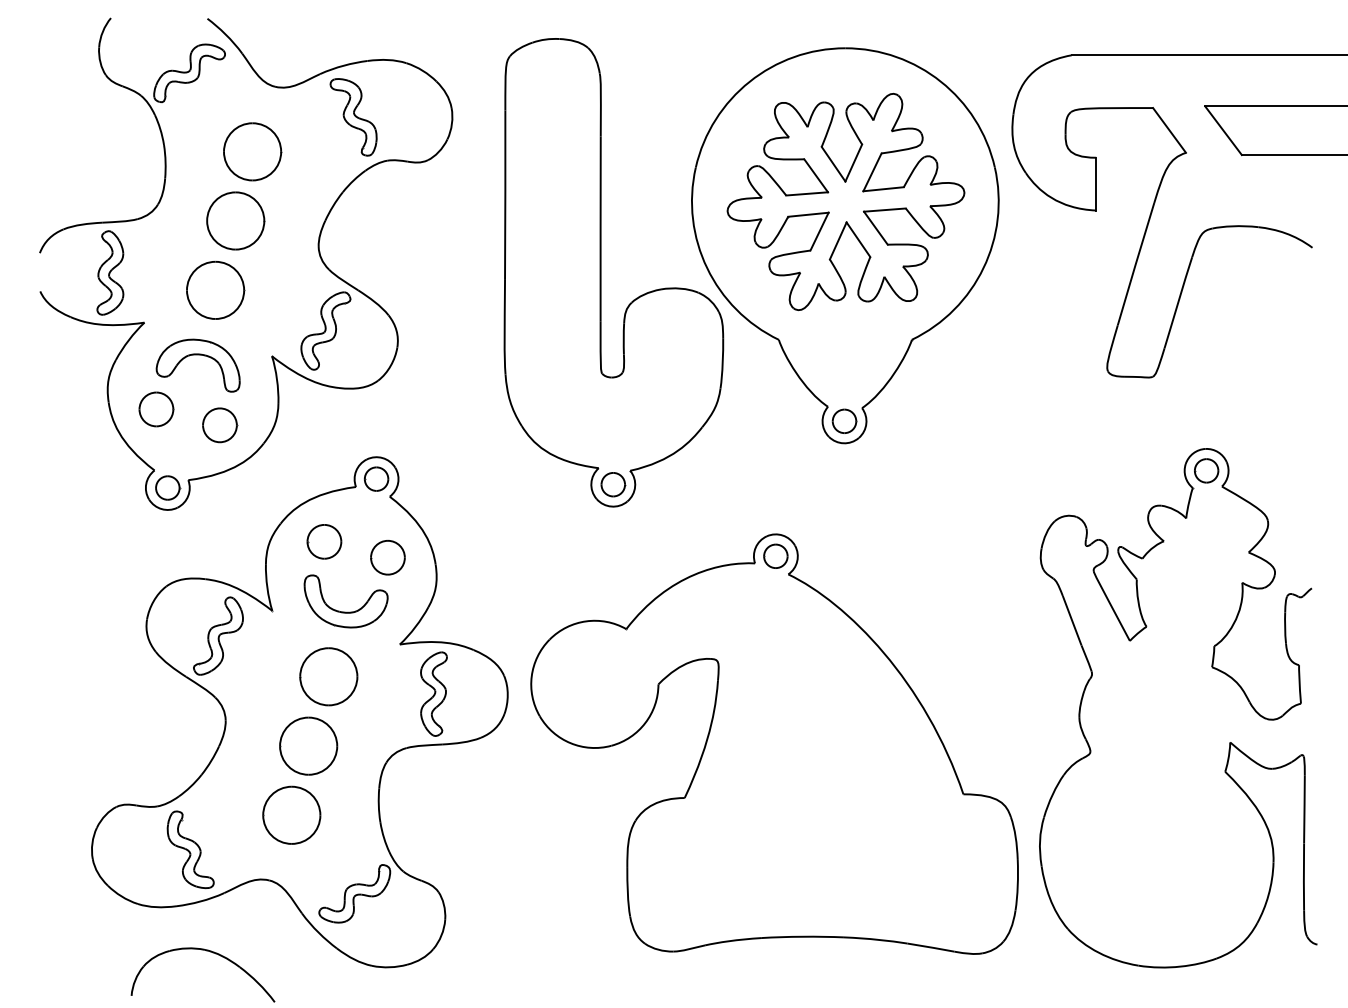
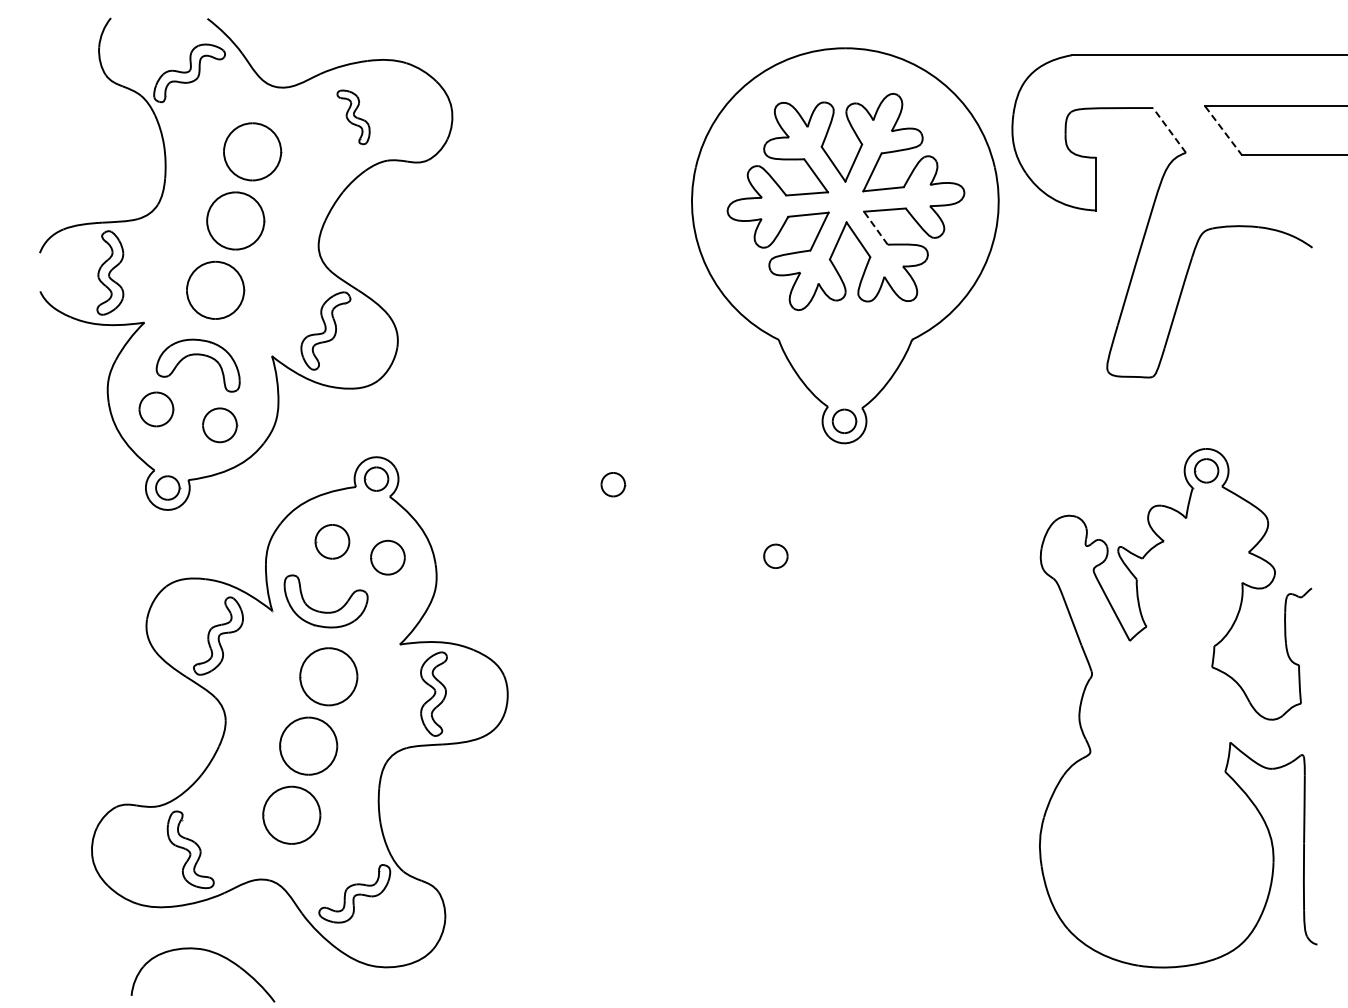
part at (353, 117) size: 49x79 px -> 35x57 px
line at (1169, 130): solid -> dashed
line at (1223, 131): solid -> dashed
line at (875, 227): solid -> dashed
part at (601, 272): present -> none
part at (324, 541) position: (324, 541) -> (332, 541)
part at (345, 611) position: (345, 611) -> (325, 611)
part at (774, 743): present -> none
